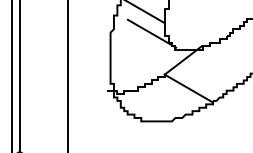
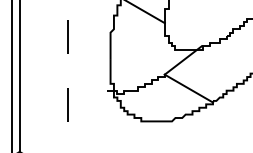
line at (151, 33): present -> none
line at (68, 76): solid -> dashed
